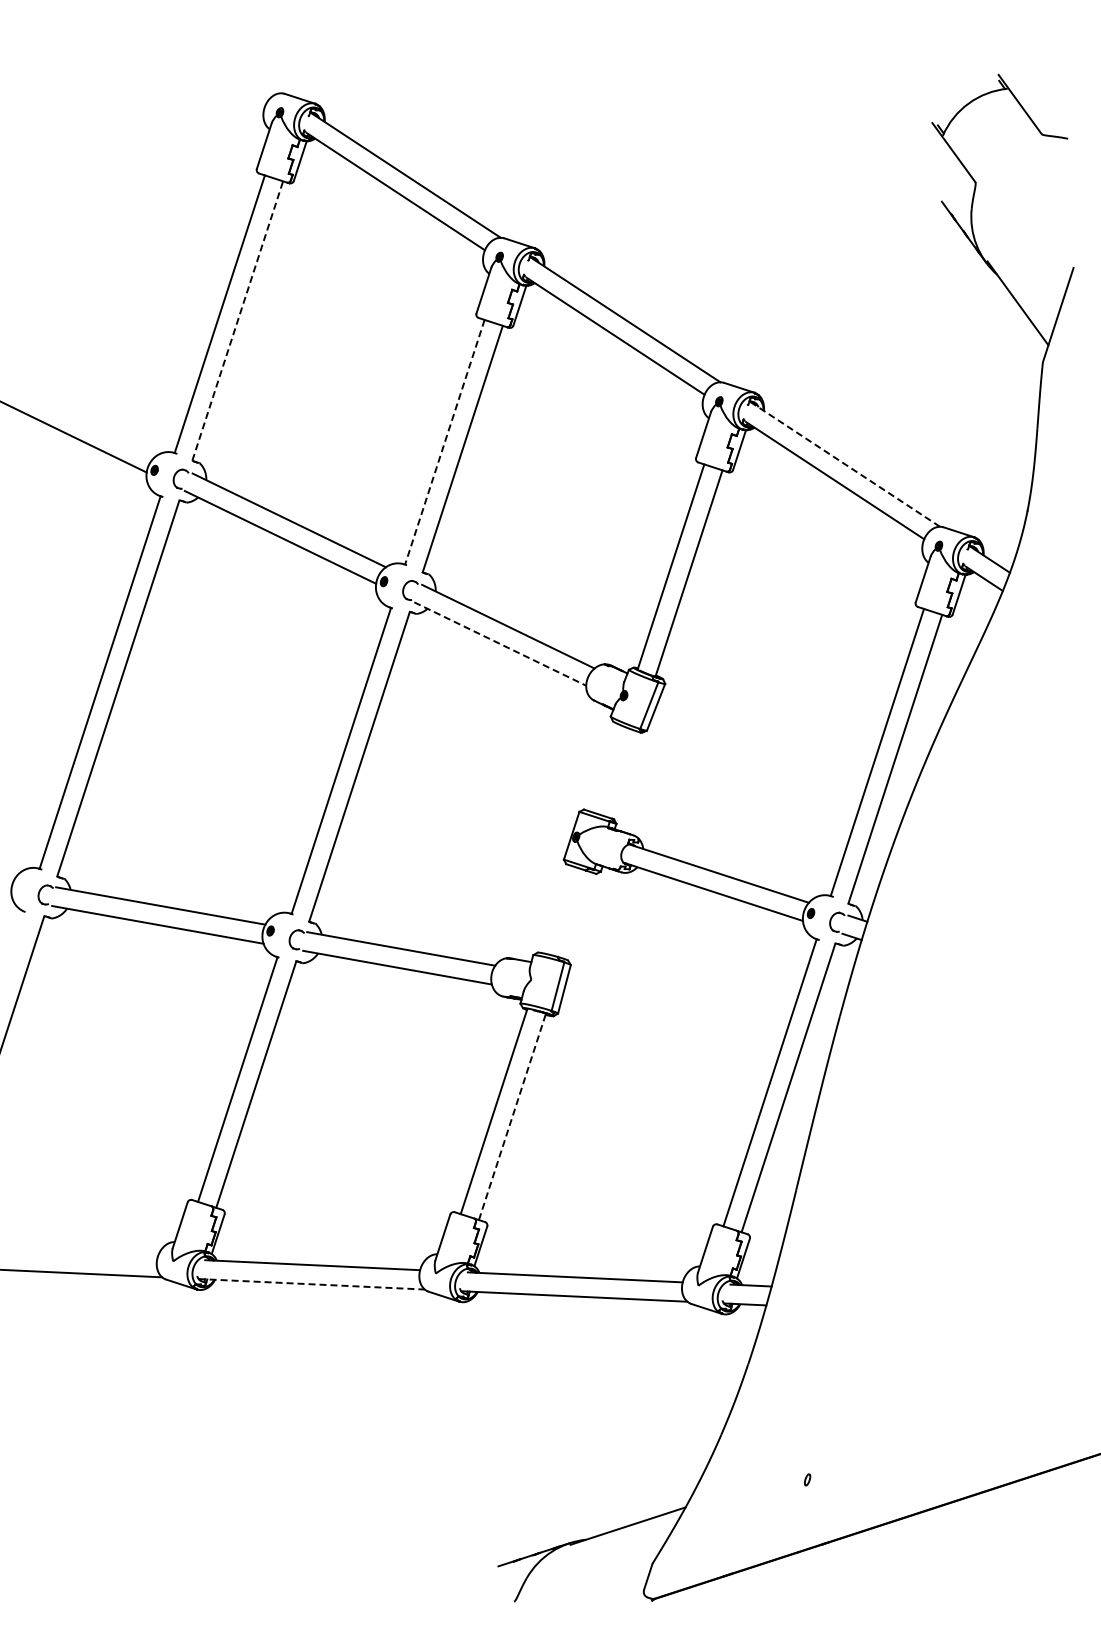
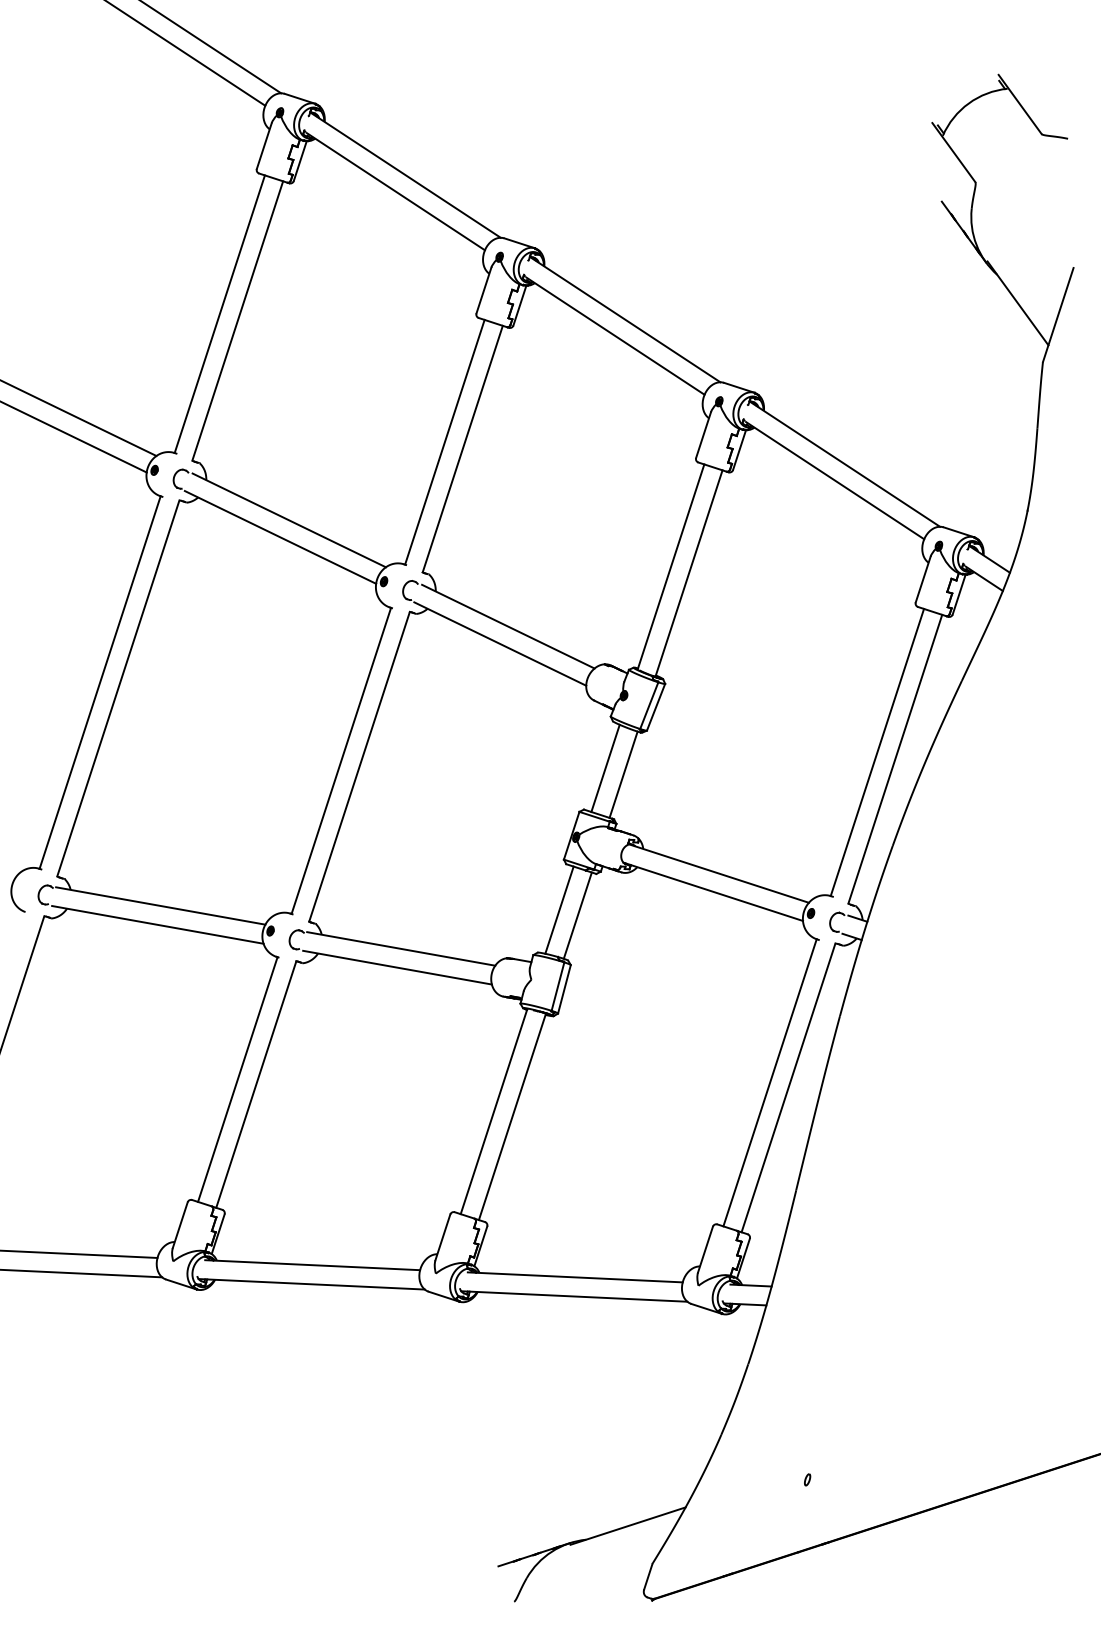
line at (212, 47): none -> present
line at (186, 53): none -> present
line at (237, 320): dashed -> solid
line at (79, 418): none -> present
line at (444, 442): dashed -> solid
line at (844, 463): dashed -> solid
line at (500, 644): dashed -> solid
line at (605, 768): none -> present
line at (623, 774): none -> present
line at (559, 909): none -> present
line at (577, 915): none -> present
line at (512, 1116): dashed -> solid
line at (79, 1253): none -> present
line at (312, 1284): dashed -> solid
